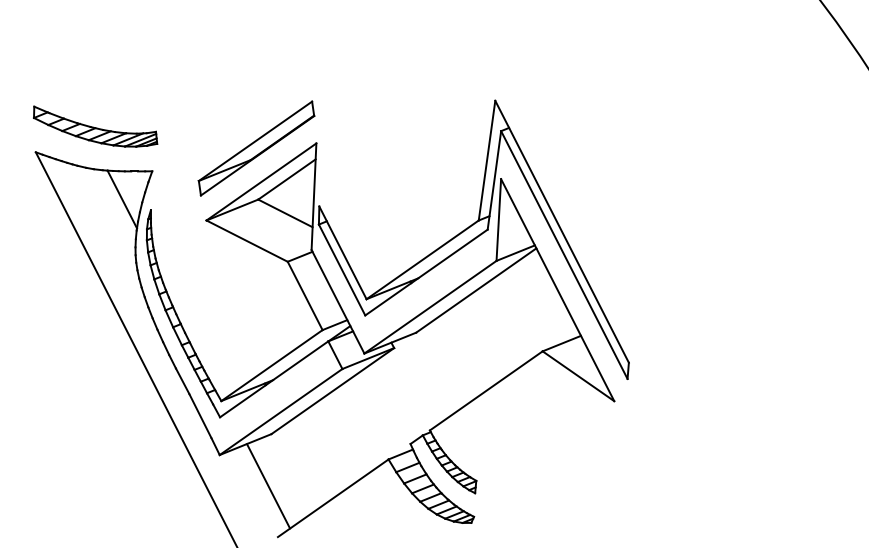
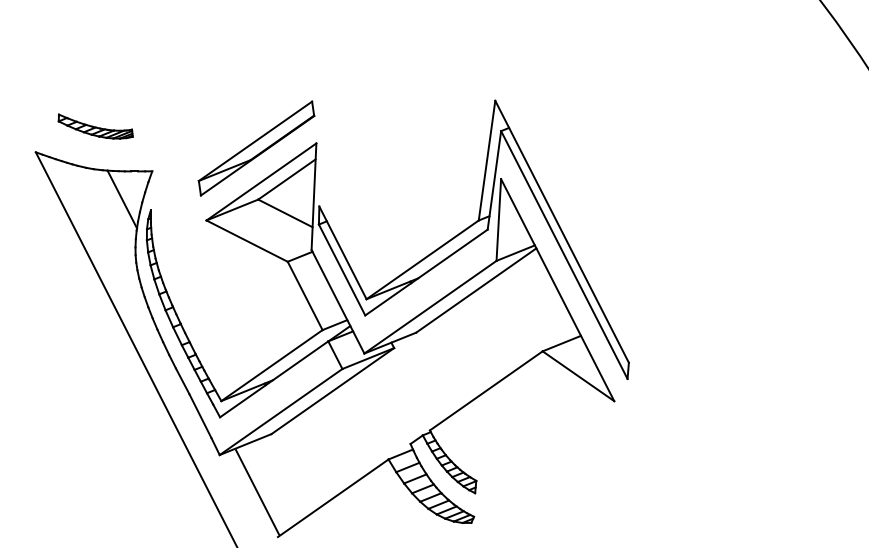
part at (95, 126) size: 126x43 px -> 77x27 px
line at (268, 486) position: (268, 486) -> (257, 492)
